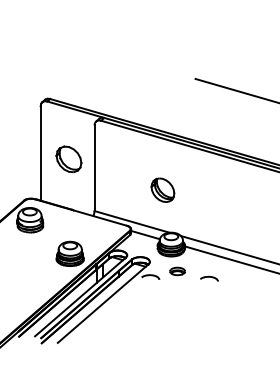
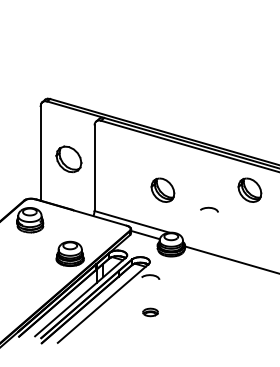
line at (235, 90): present -> none
part at (249, 189): none -> present
line at (228, 249): present -> none
part at (177, 271) position: (177, 271) -> (150, 312)
curve at (209, 277) position: (209, 277) -> (209, 208)
